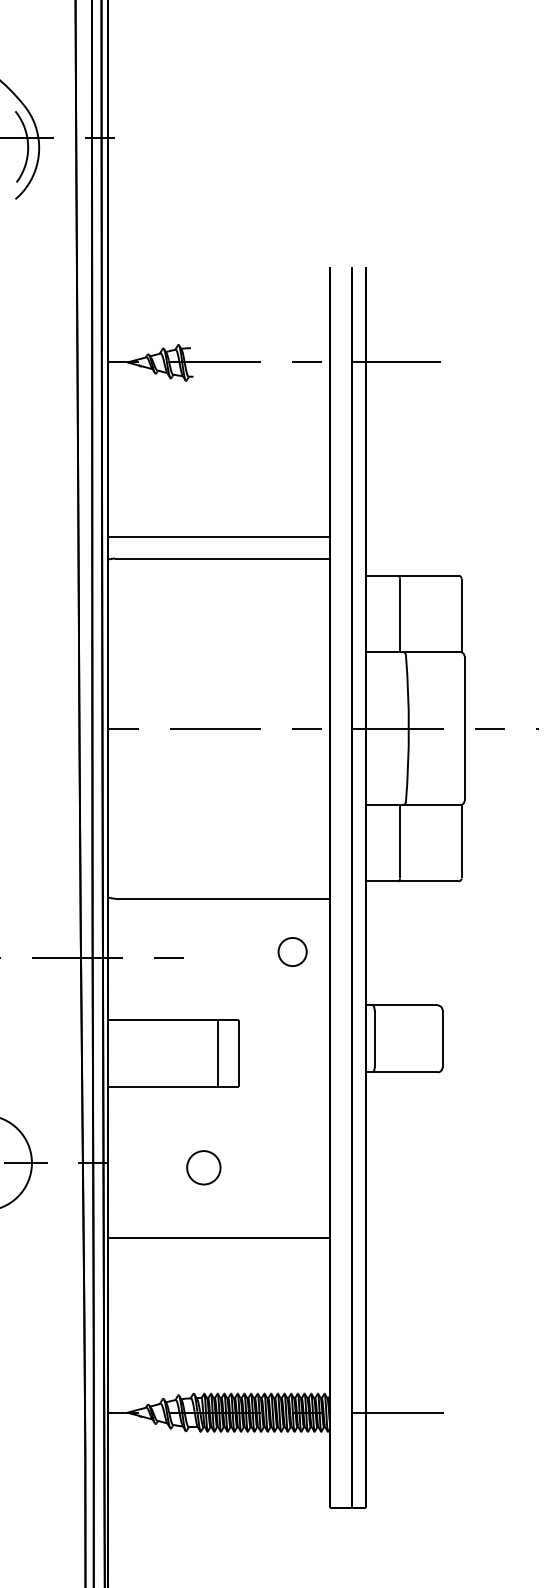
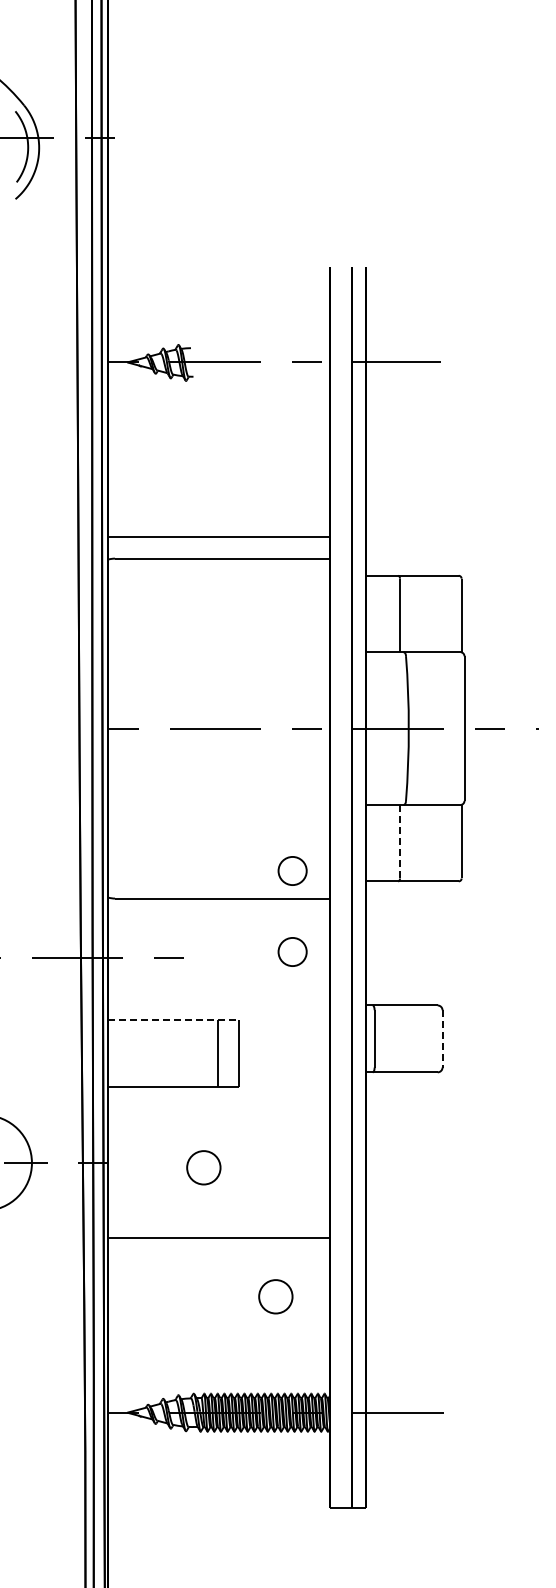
line at (400, 841): solid -> dashed
part at (292, 870): none -> present
line at (174, 1019): solid -> dashed
line at (442, 1038): solid -> dashed
part at (275, 1296): none -> present
